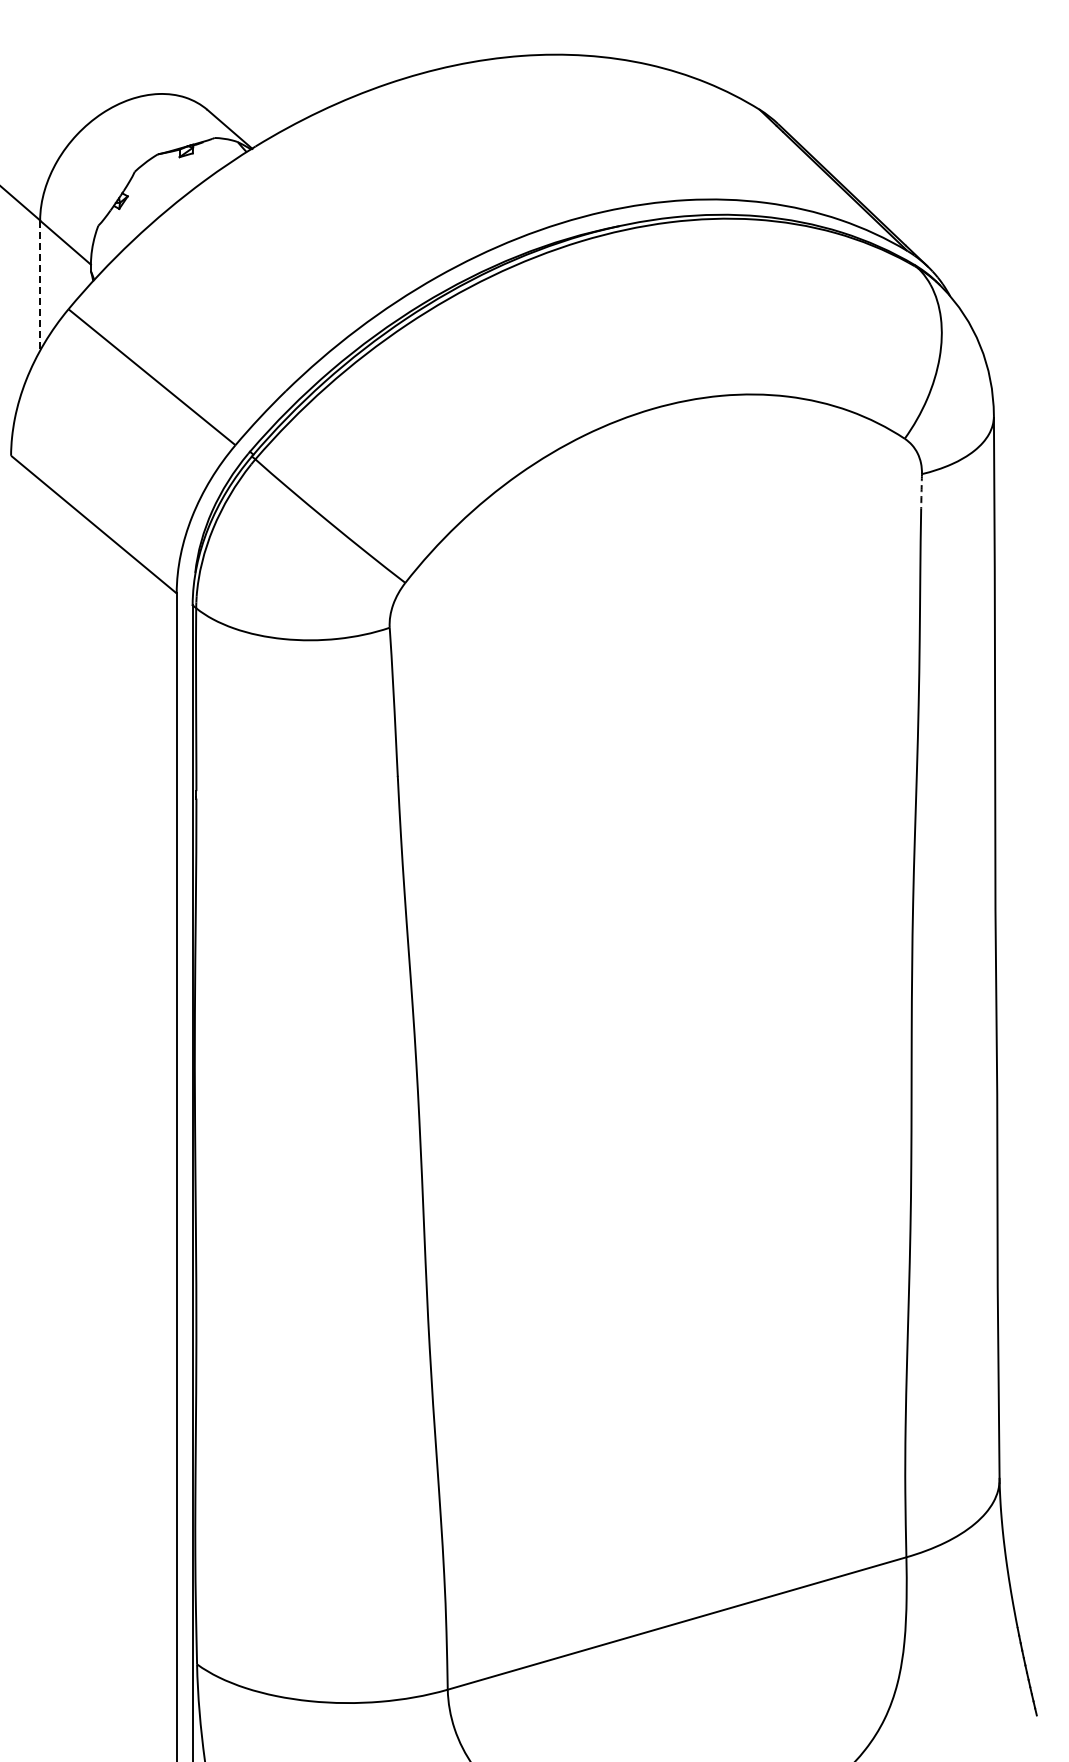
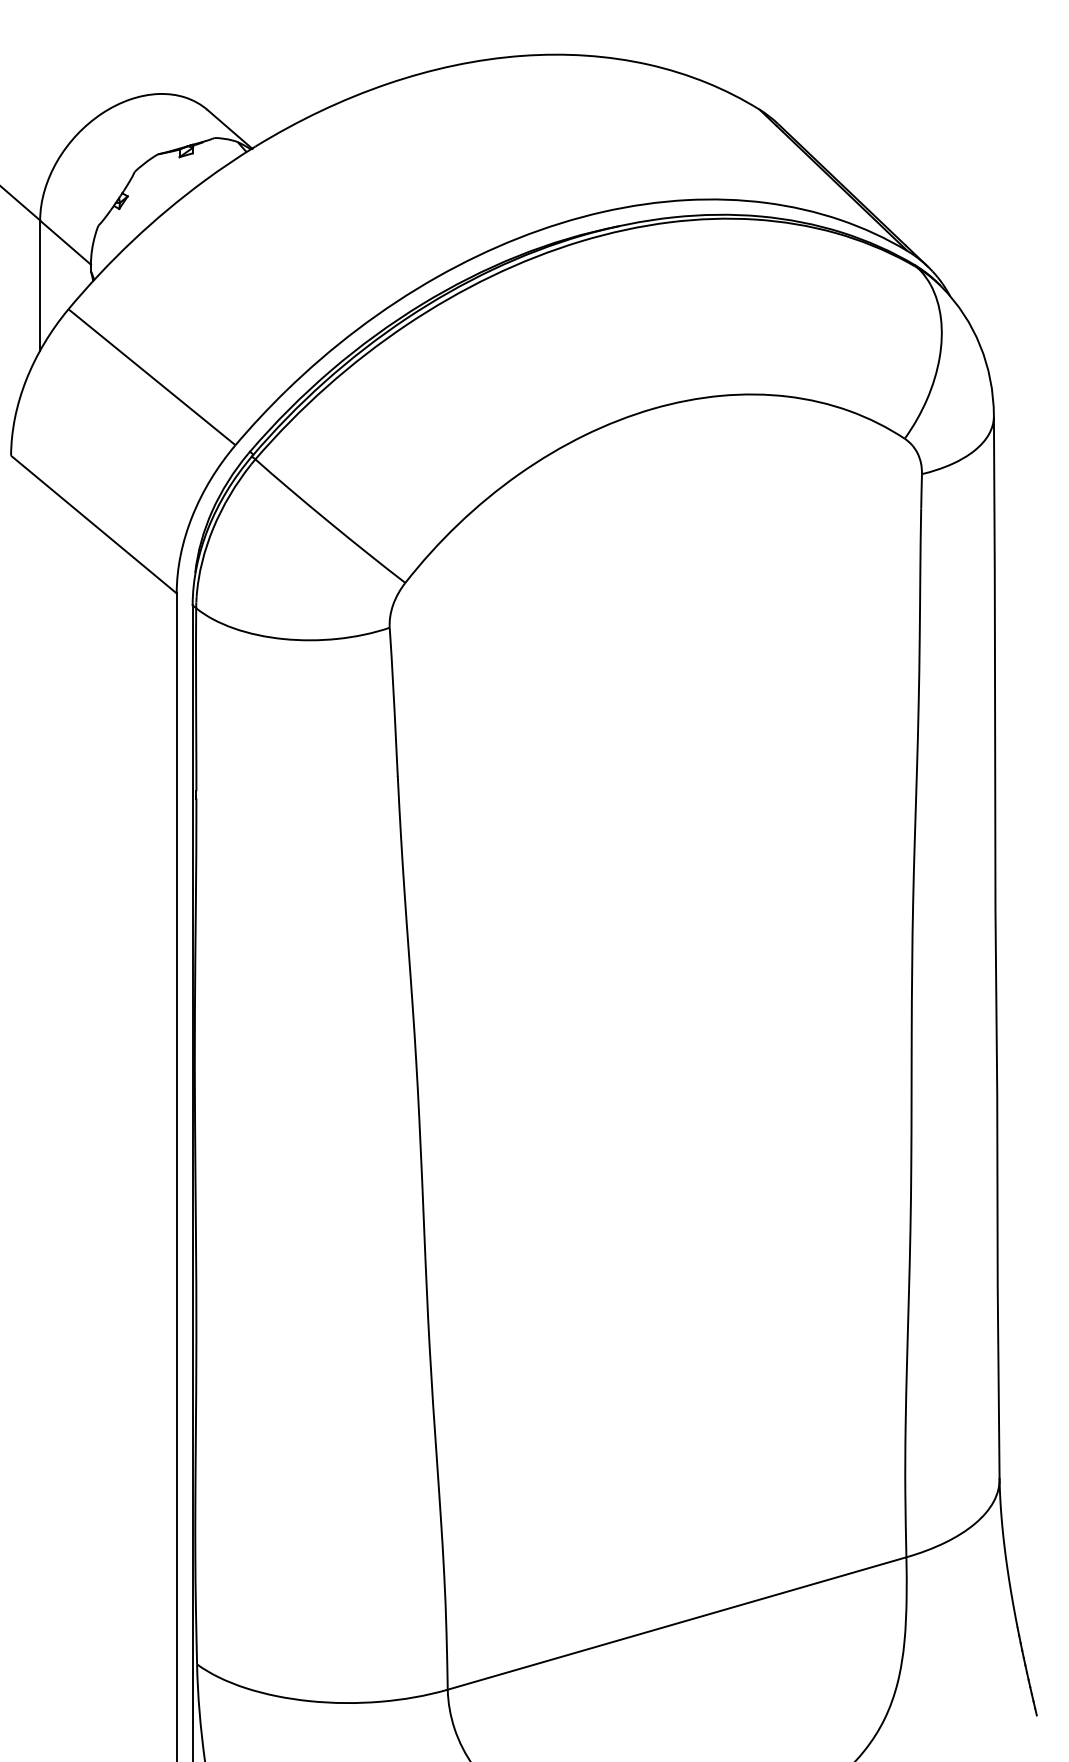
line at (40, 286): dashed -> solid
arc at (921, 491): dashed -> solid
